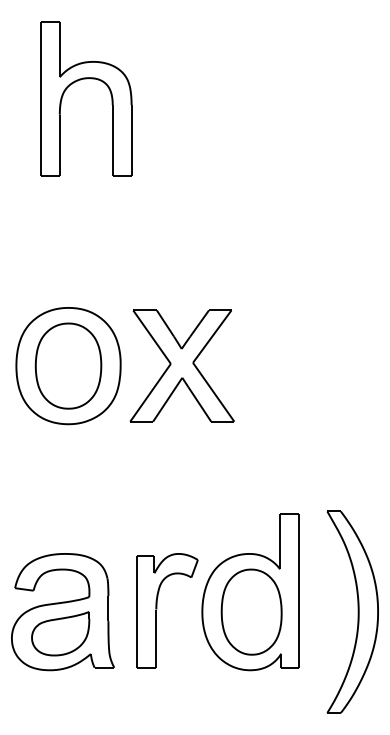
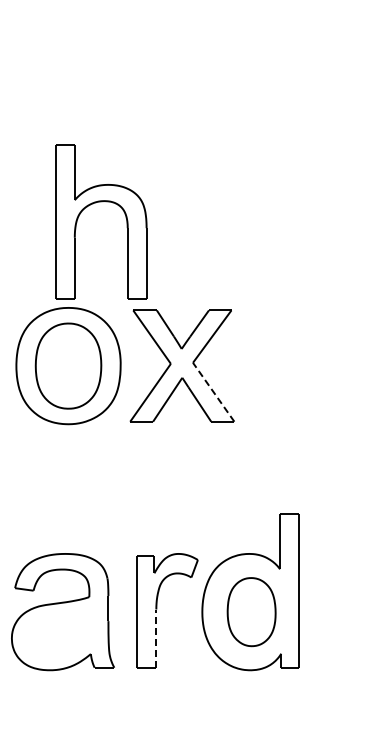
part at (78, 81) position: (78, 81) -> (93, 204)
line at (213, 391): solid -> dashed
part at (251, 611) size: 63x88 px -> 51x71 px
part at (352, 611): present -> none
part at (60, 633): present -> none
line at (156, 638): solid -> dashed
